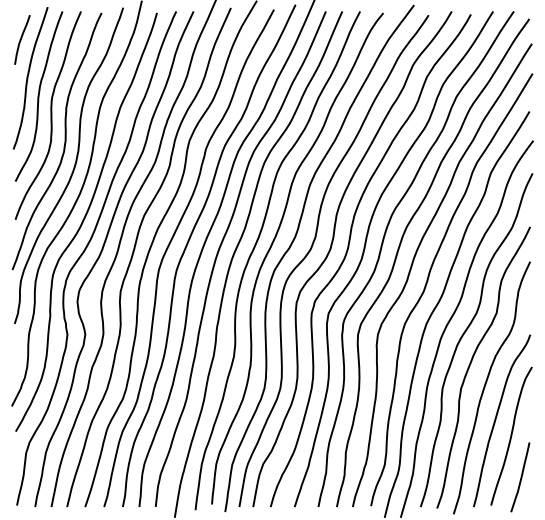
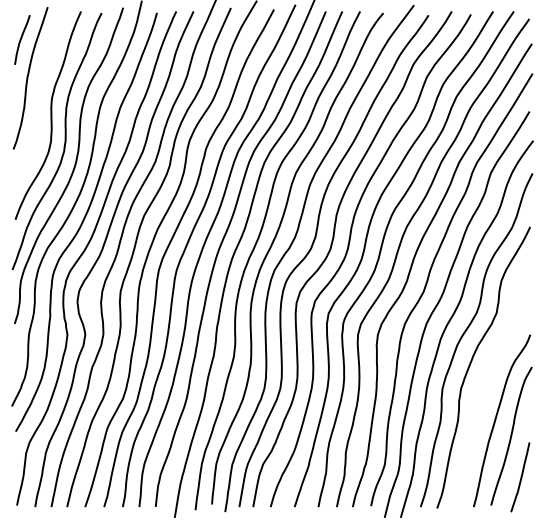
curve at (39, 96): present -> none
curve at (486, 384): present -> none
